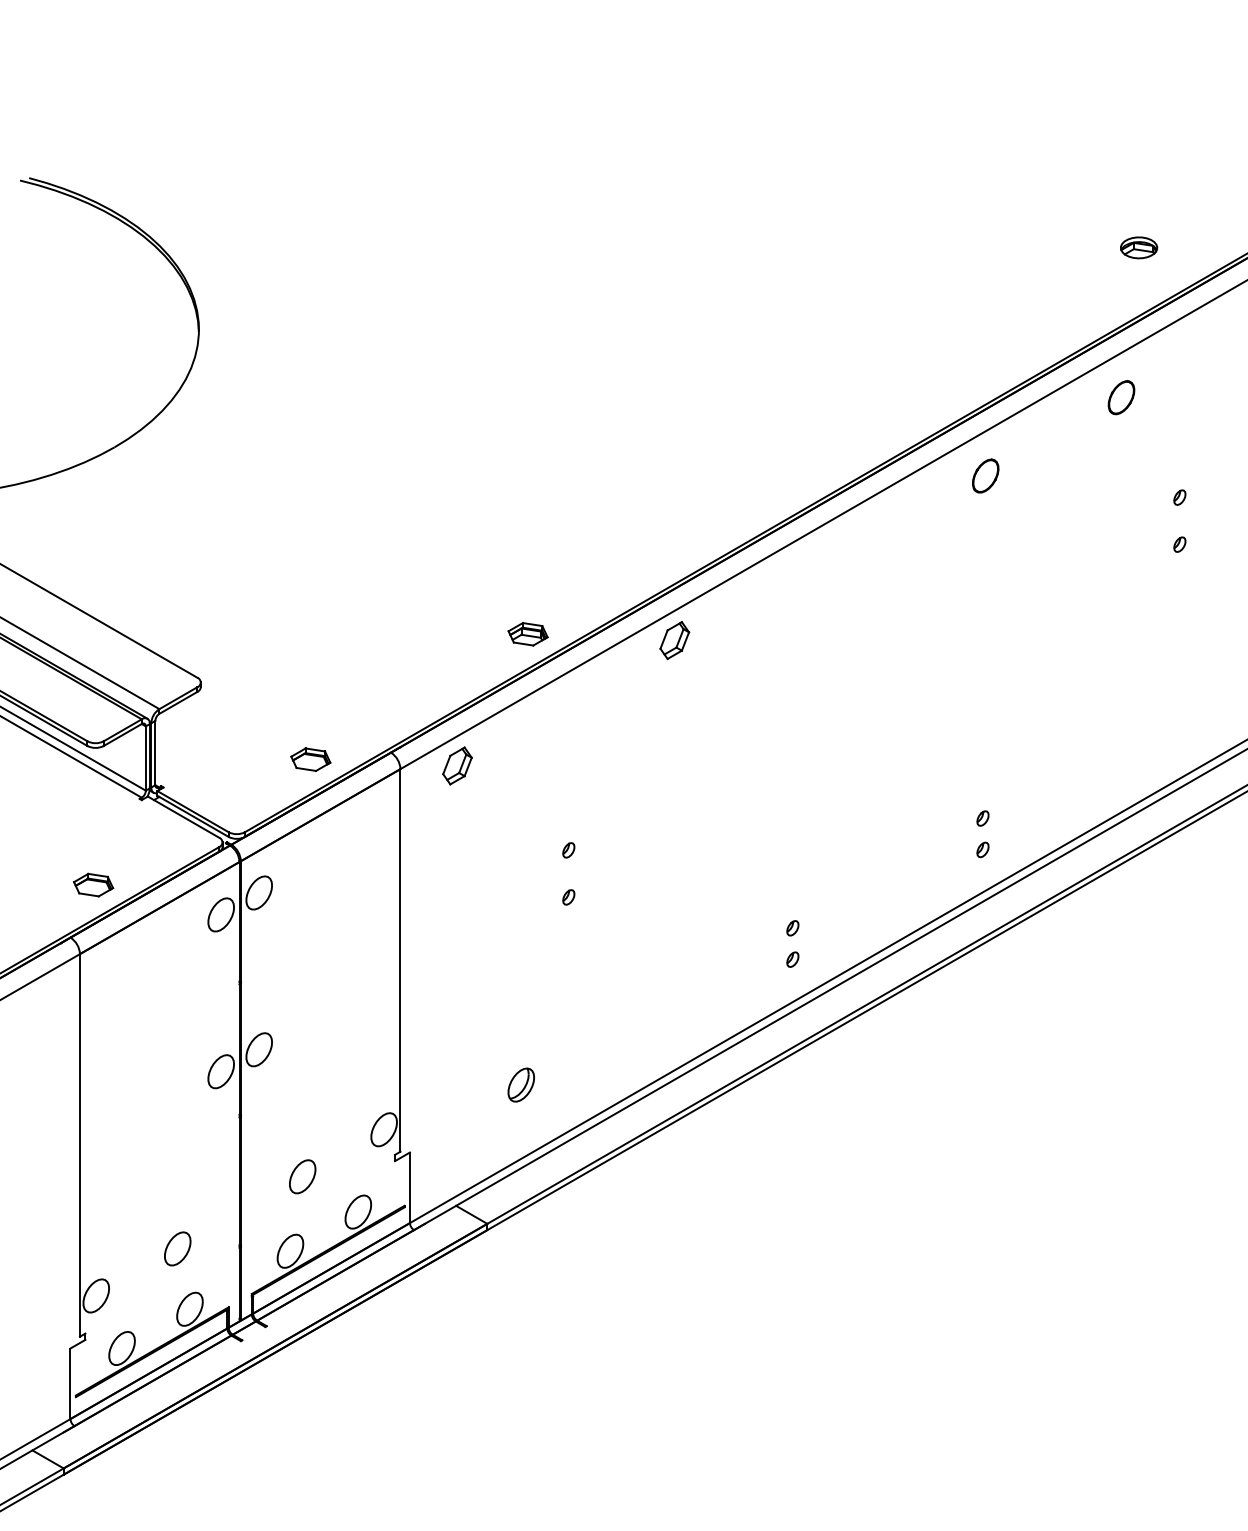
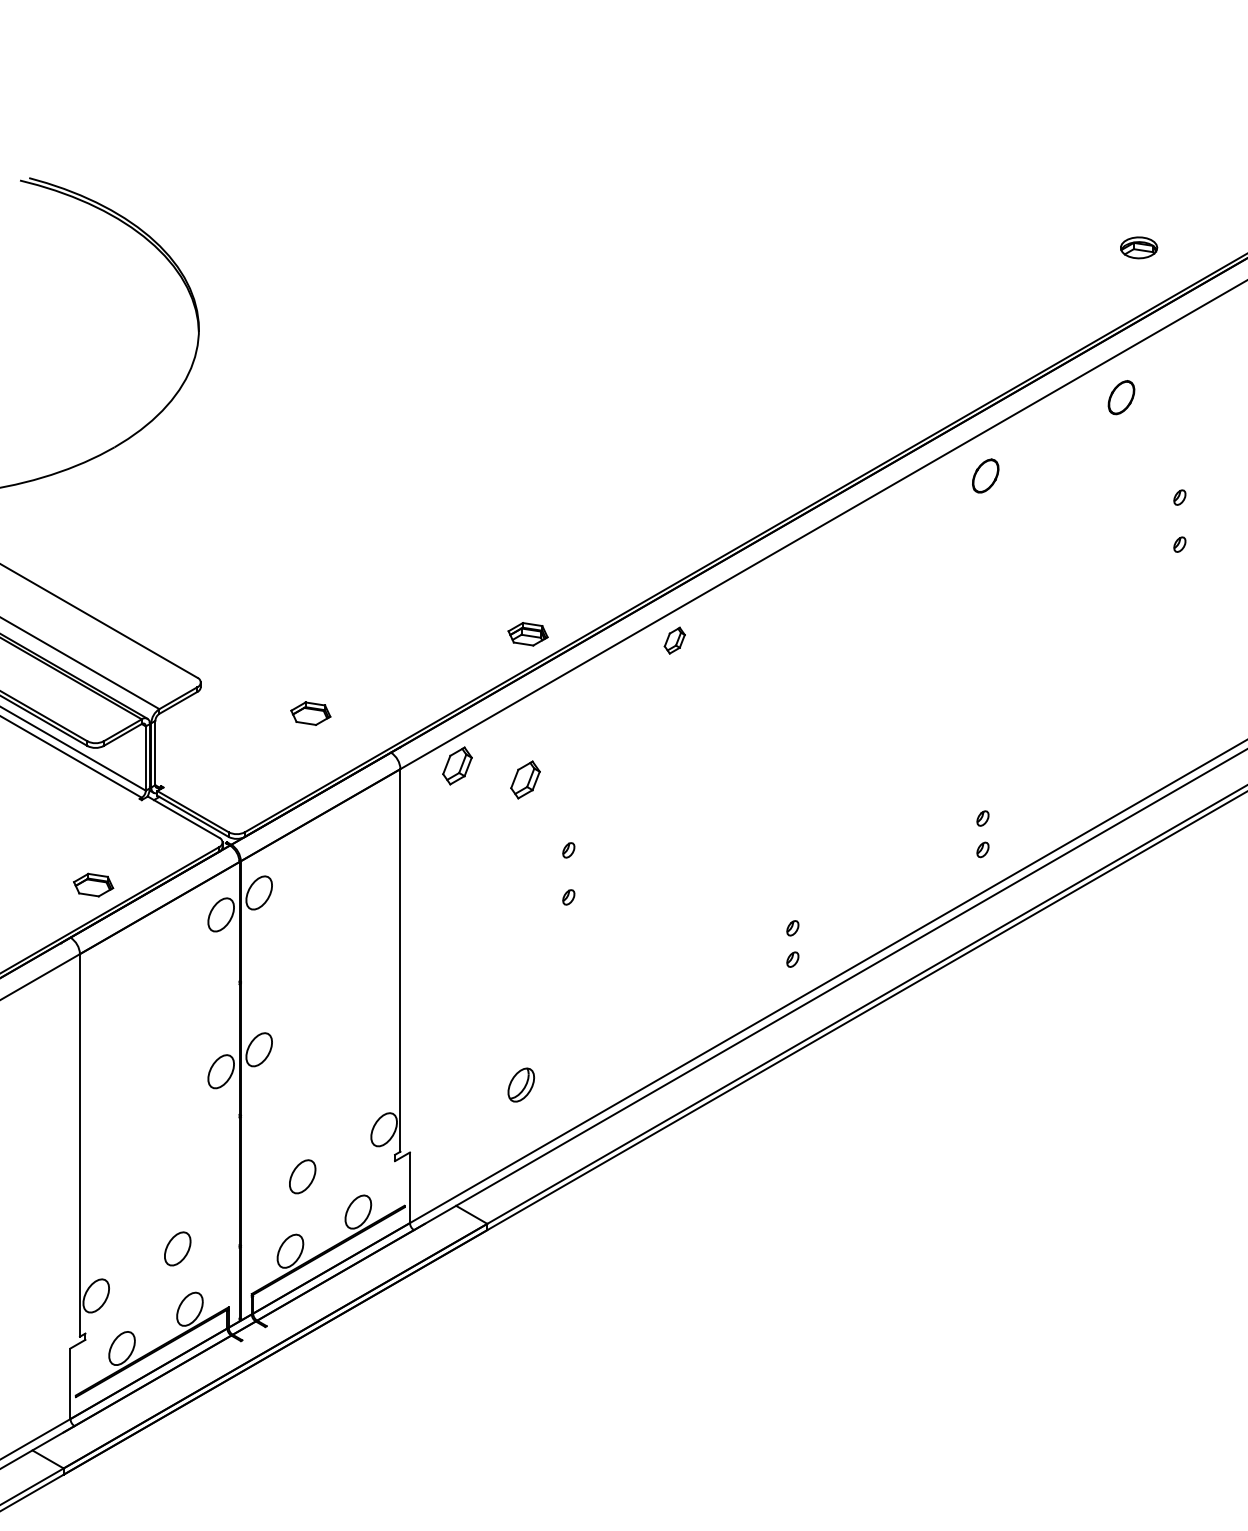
part at (674, 640) size: 32x40 px -> 23x29 px
part at (310, 759) position: (310, 759) -> (310, 713)
part at (525, 779): none -> present
